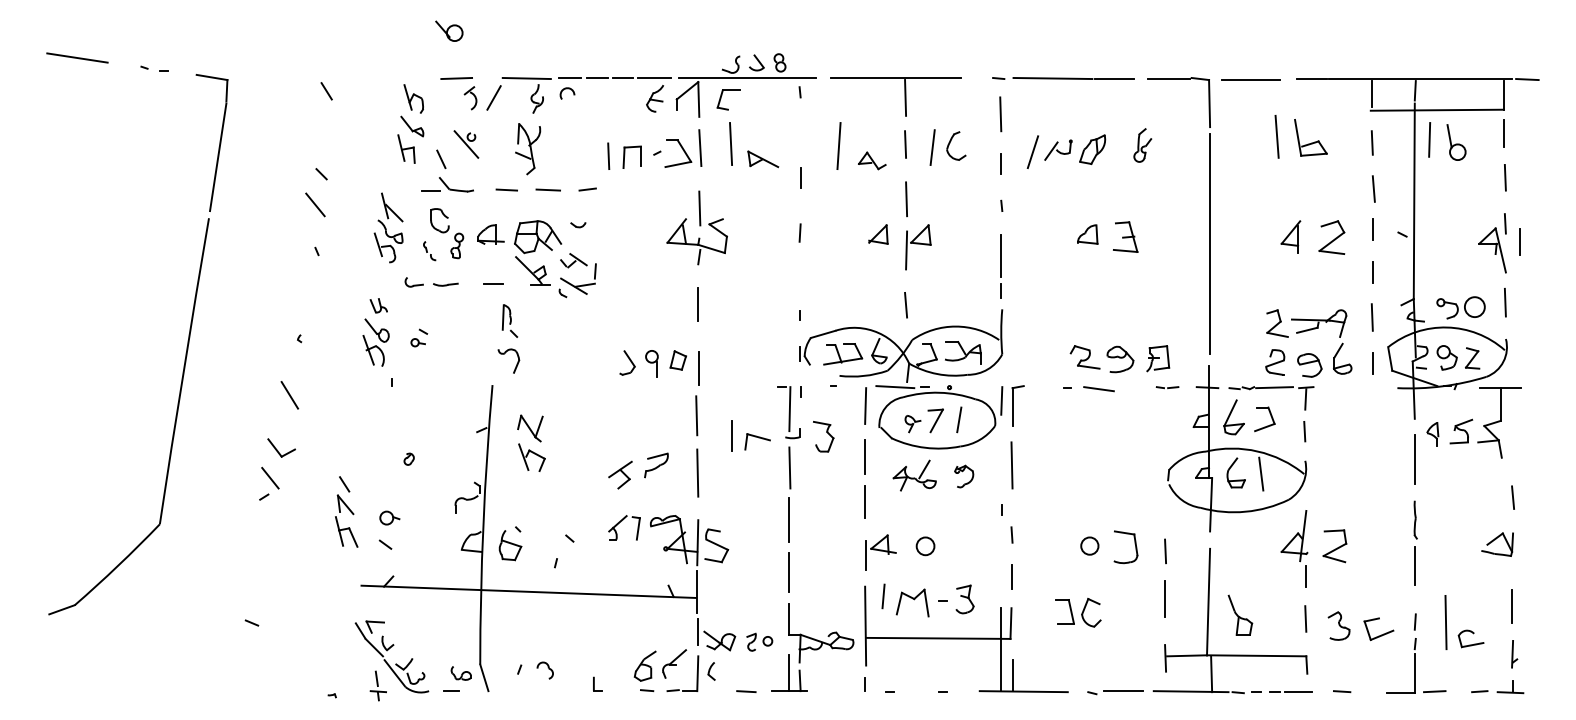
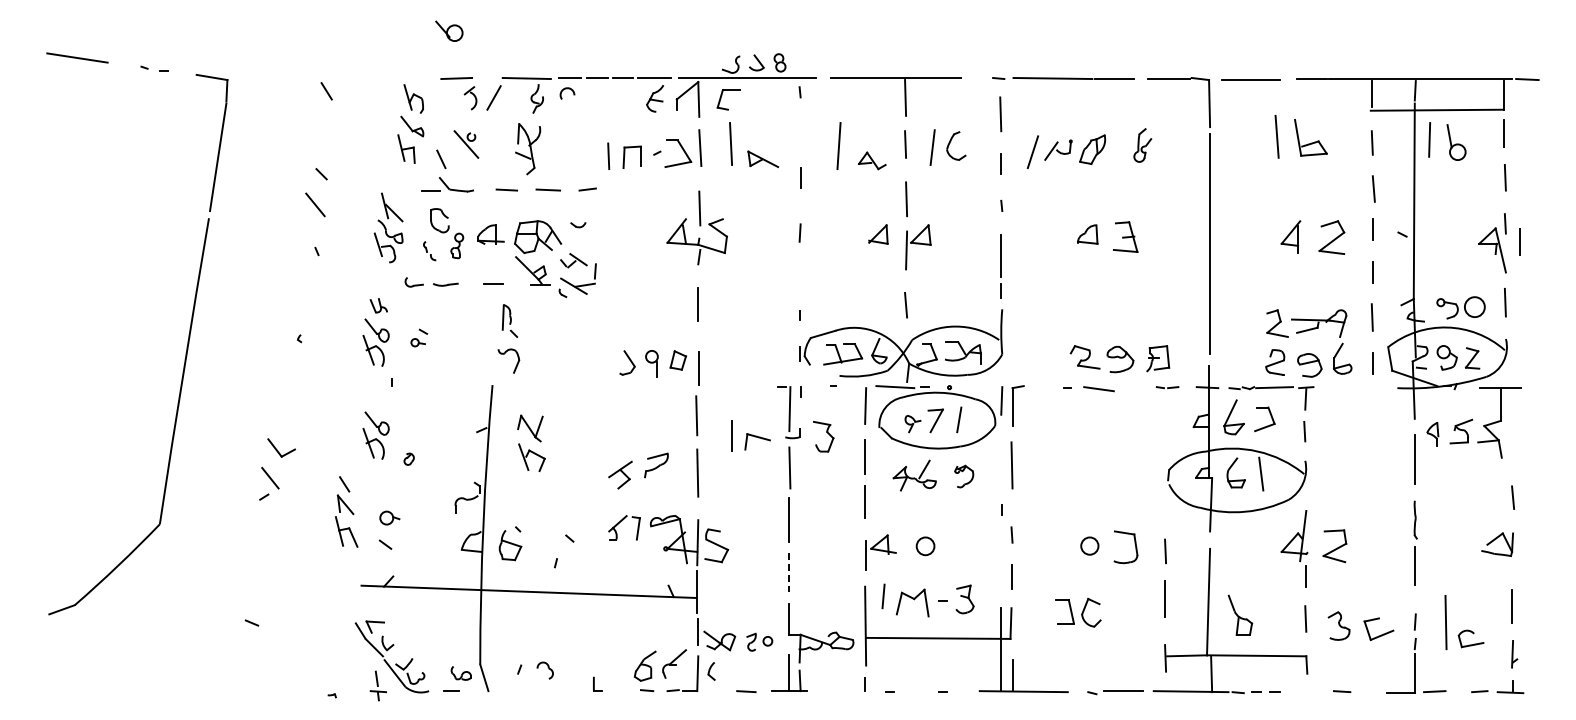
line at (289, 395): present -> none
part at (375, 435): none -> present
line at (789, 572): solid -> dashed
line at (1298, 692): present -> none
